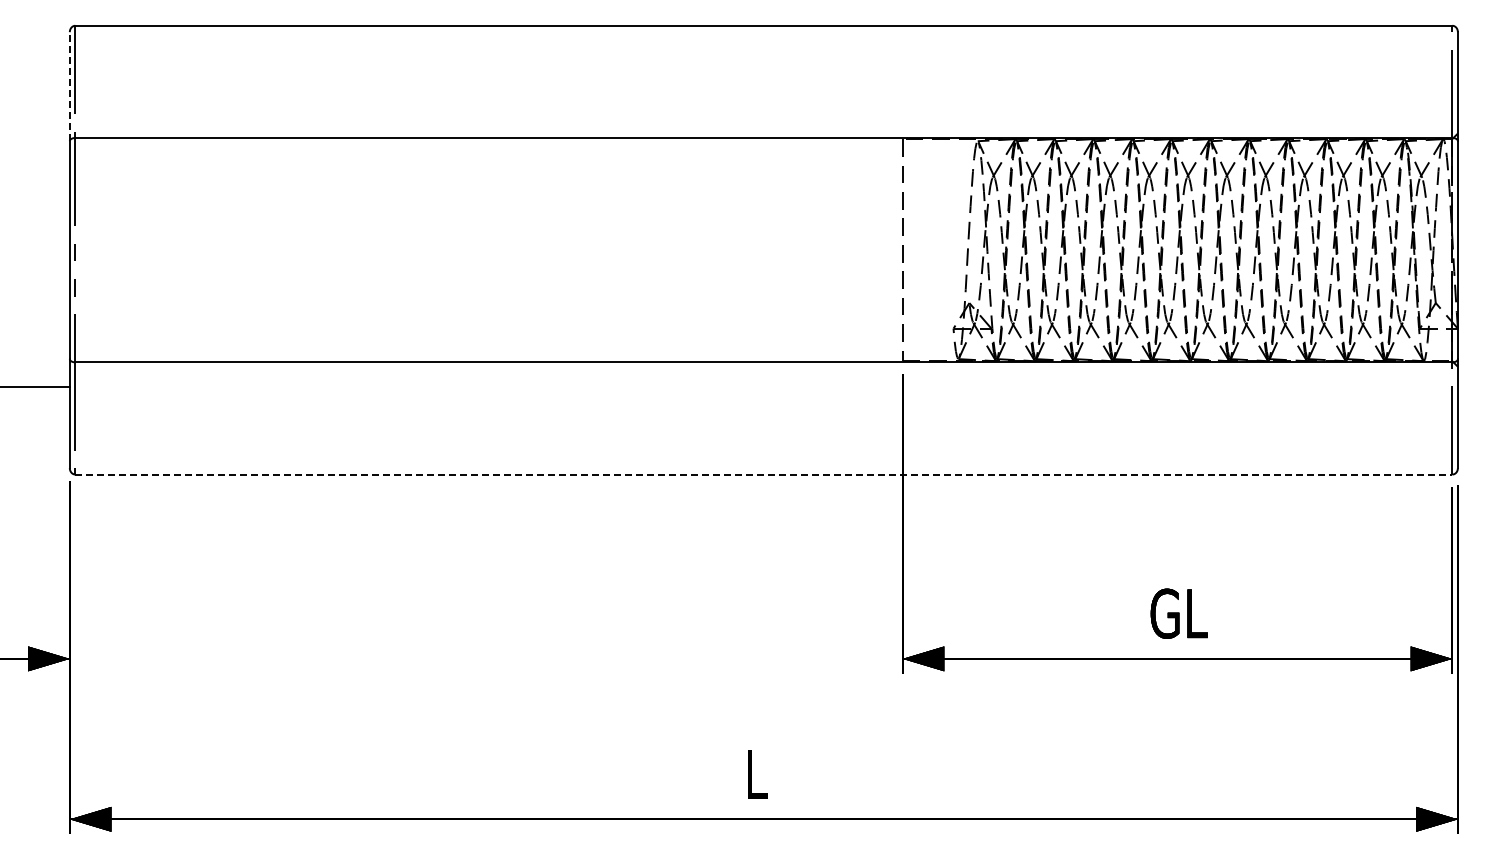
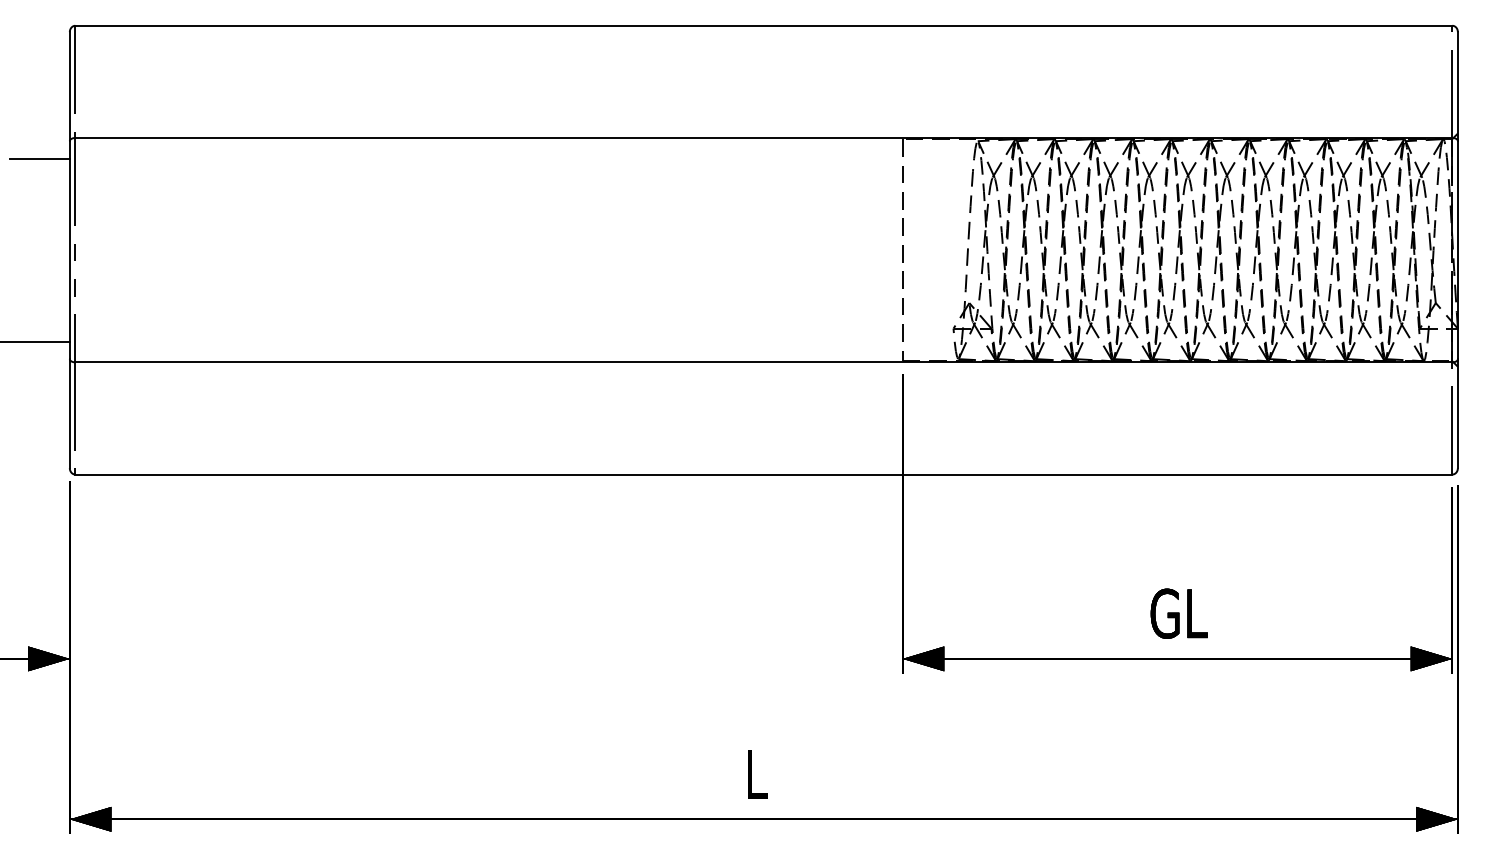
line at (69, 86): dashed -> solid
line at (39, 158): none -> present
line at (35, 386) position: (35, 386) -> (35, 341)
line at (764, 474): dashed -> solid
